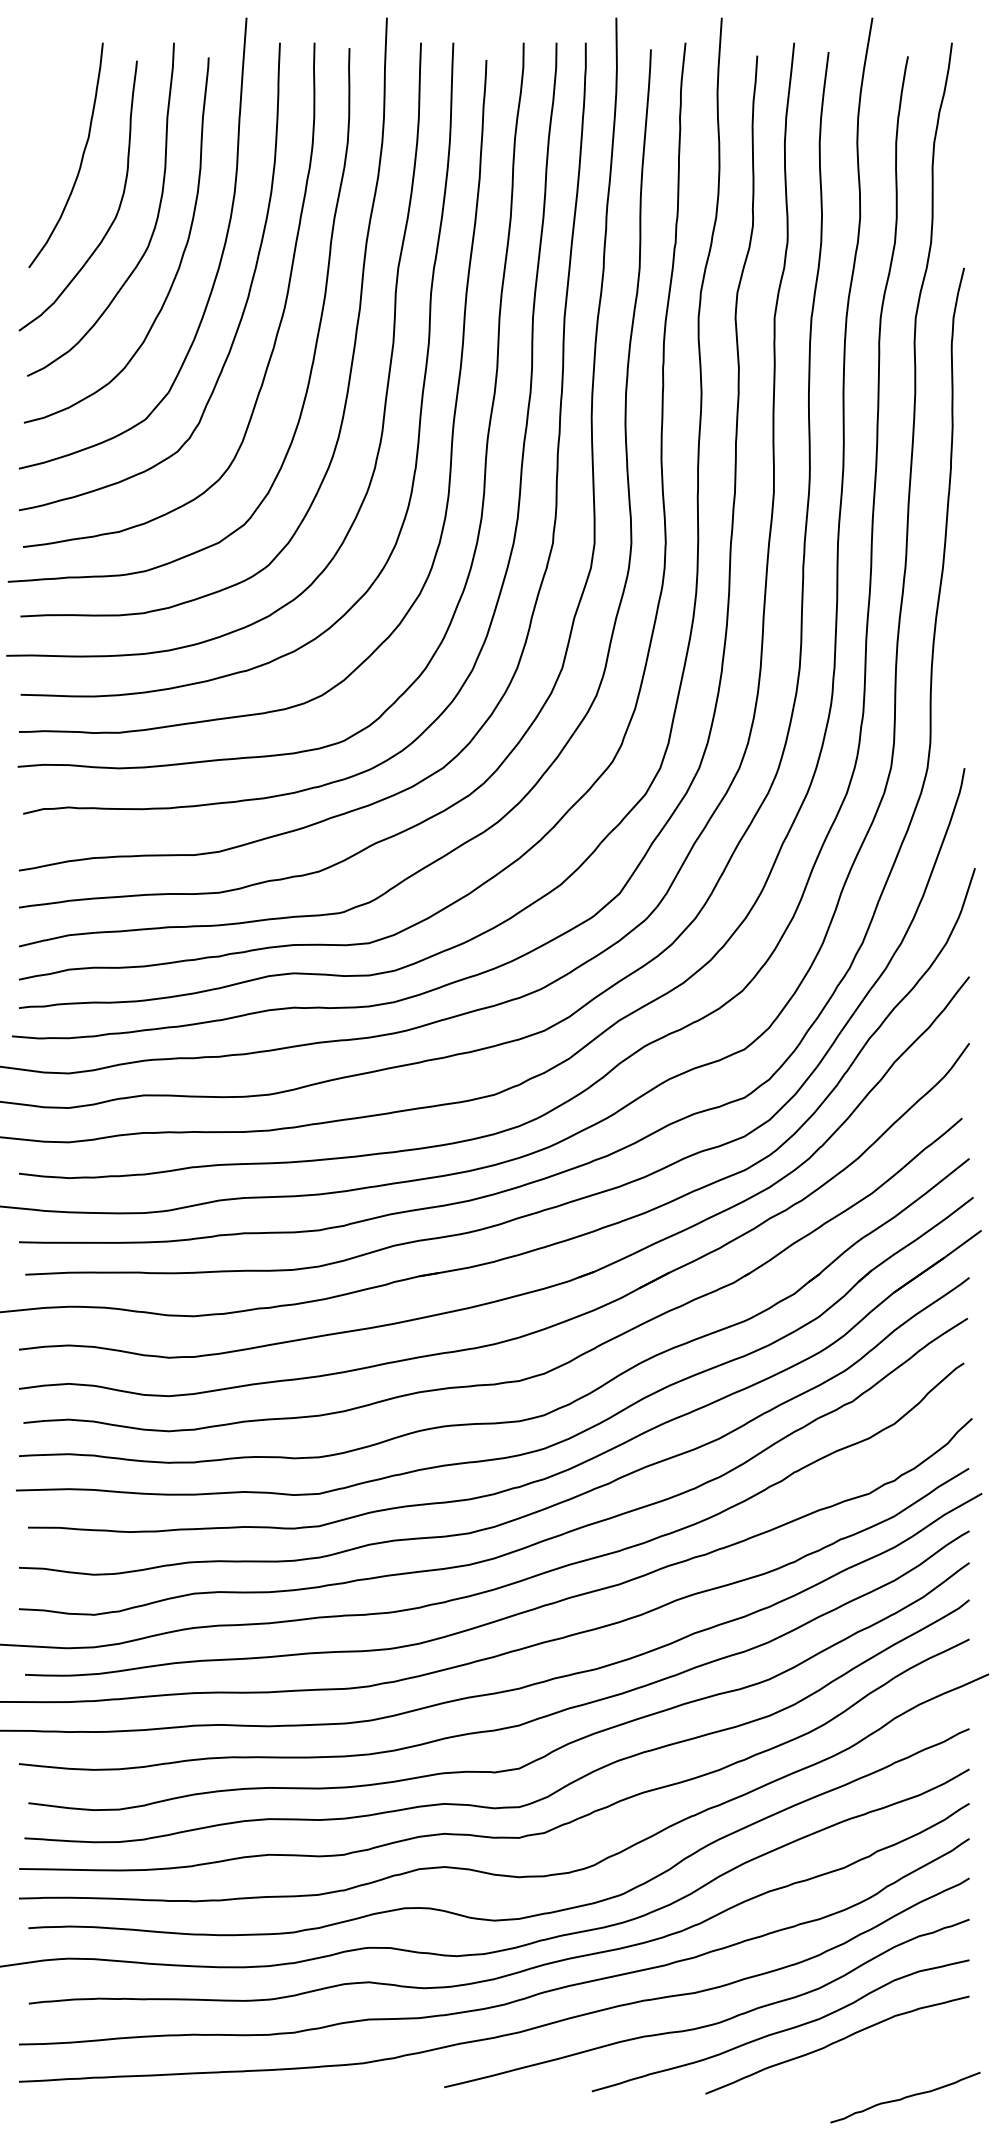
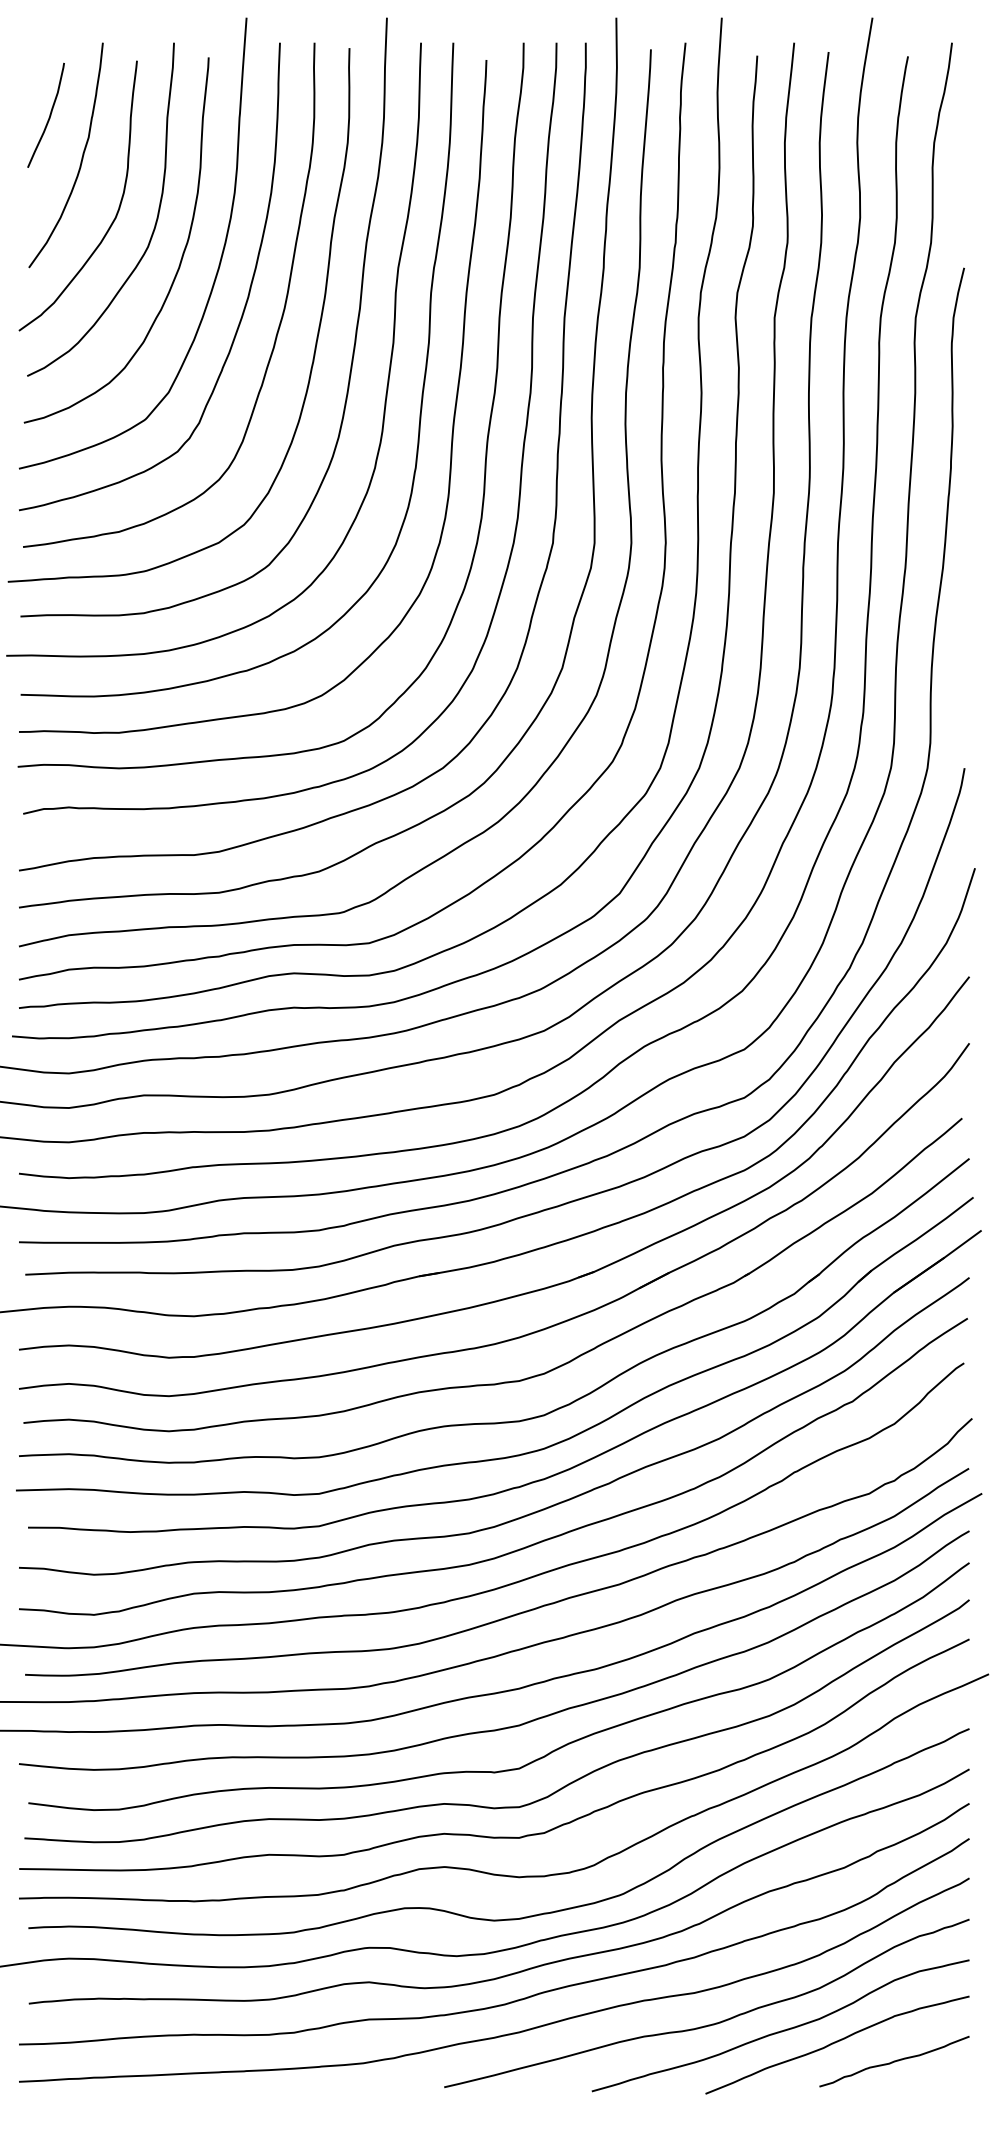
curve at (49, 114): none -> present
curve at (905, 2097) position: (905, 2097) -> (894, 2061)
